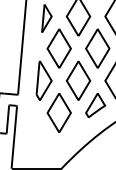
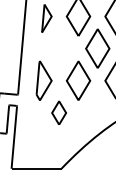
part at (58, 48): present -> none
part at (95, 105): present -> none
part at (58, 112) size: 26x40 px -> 16x25 px
